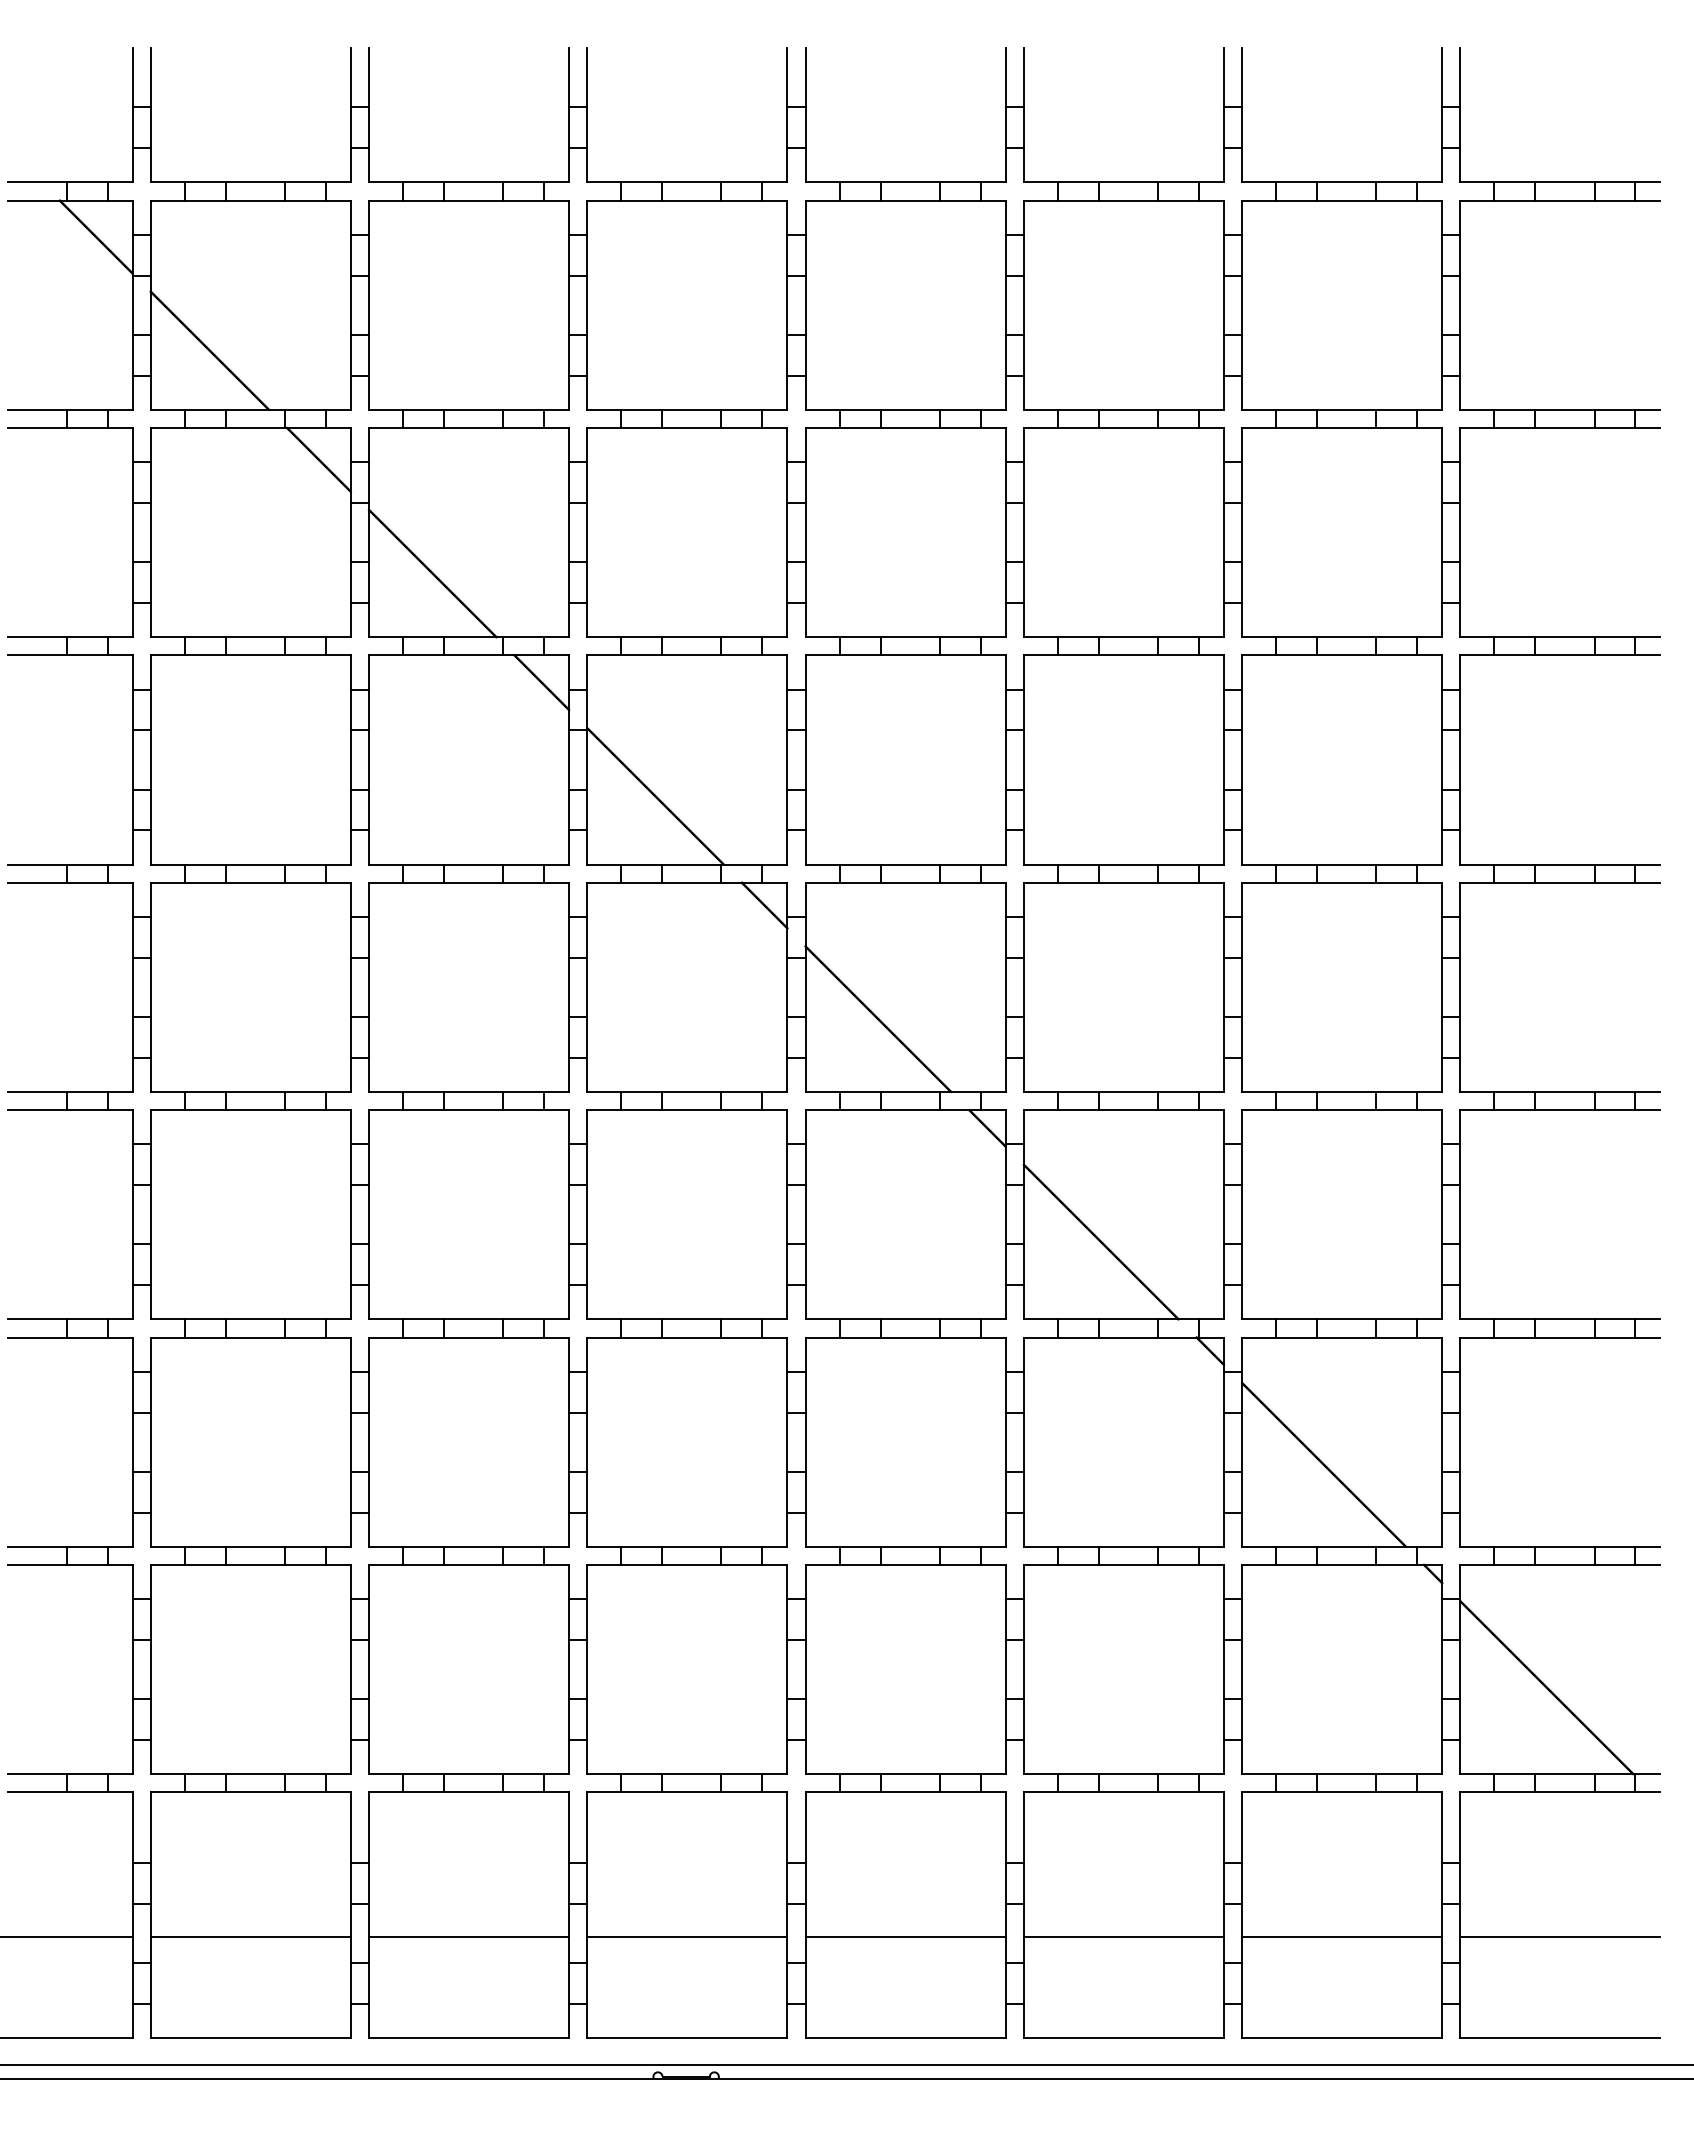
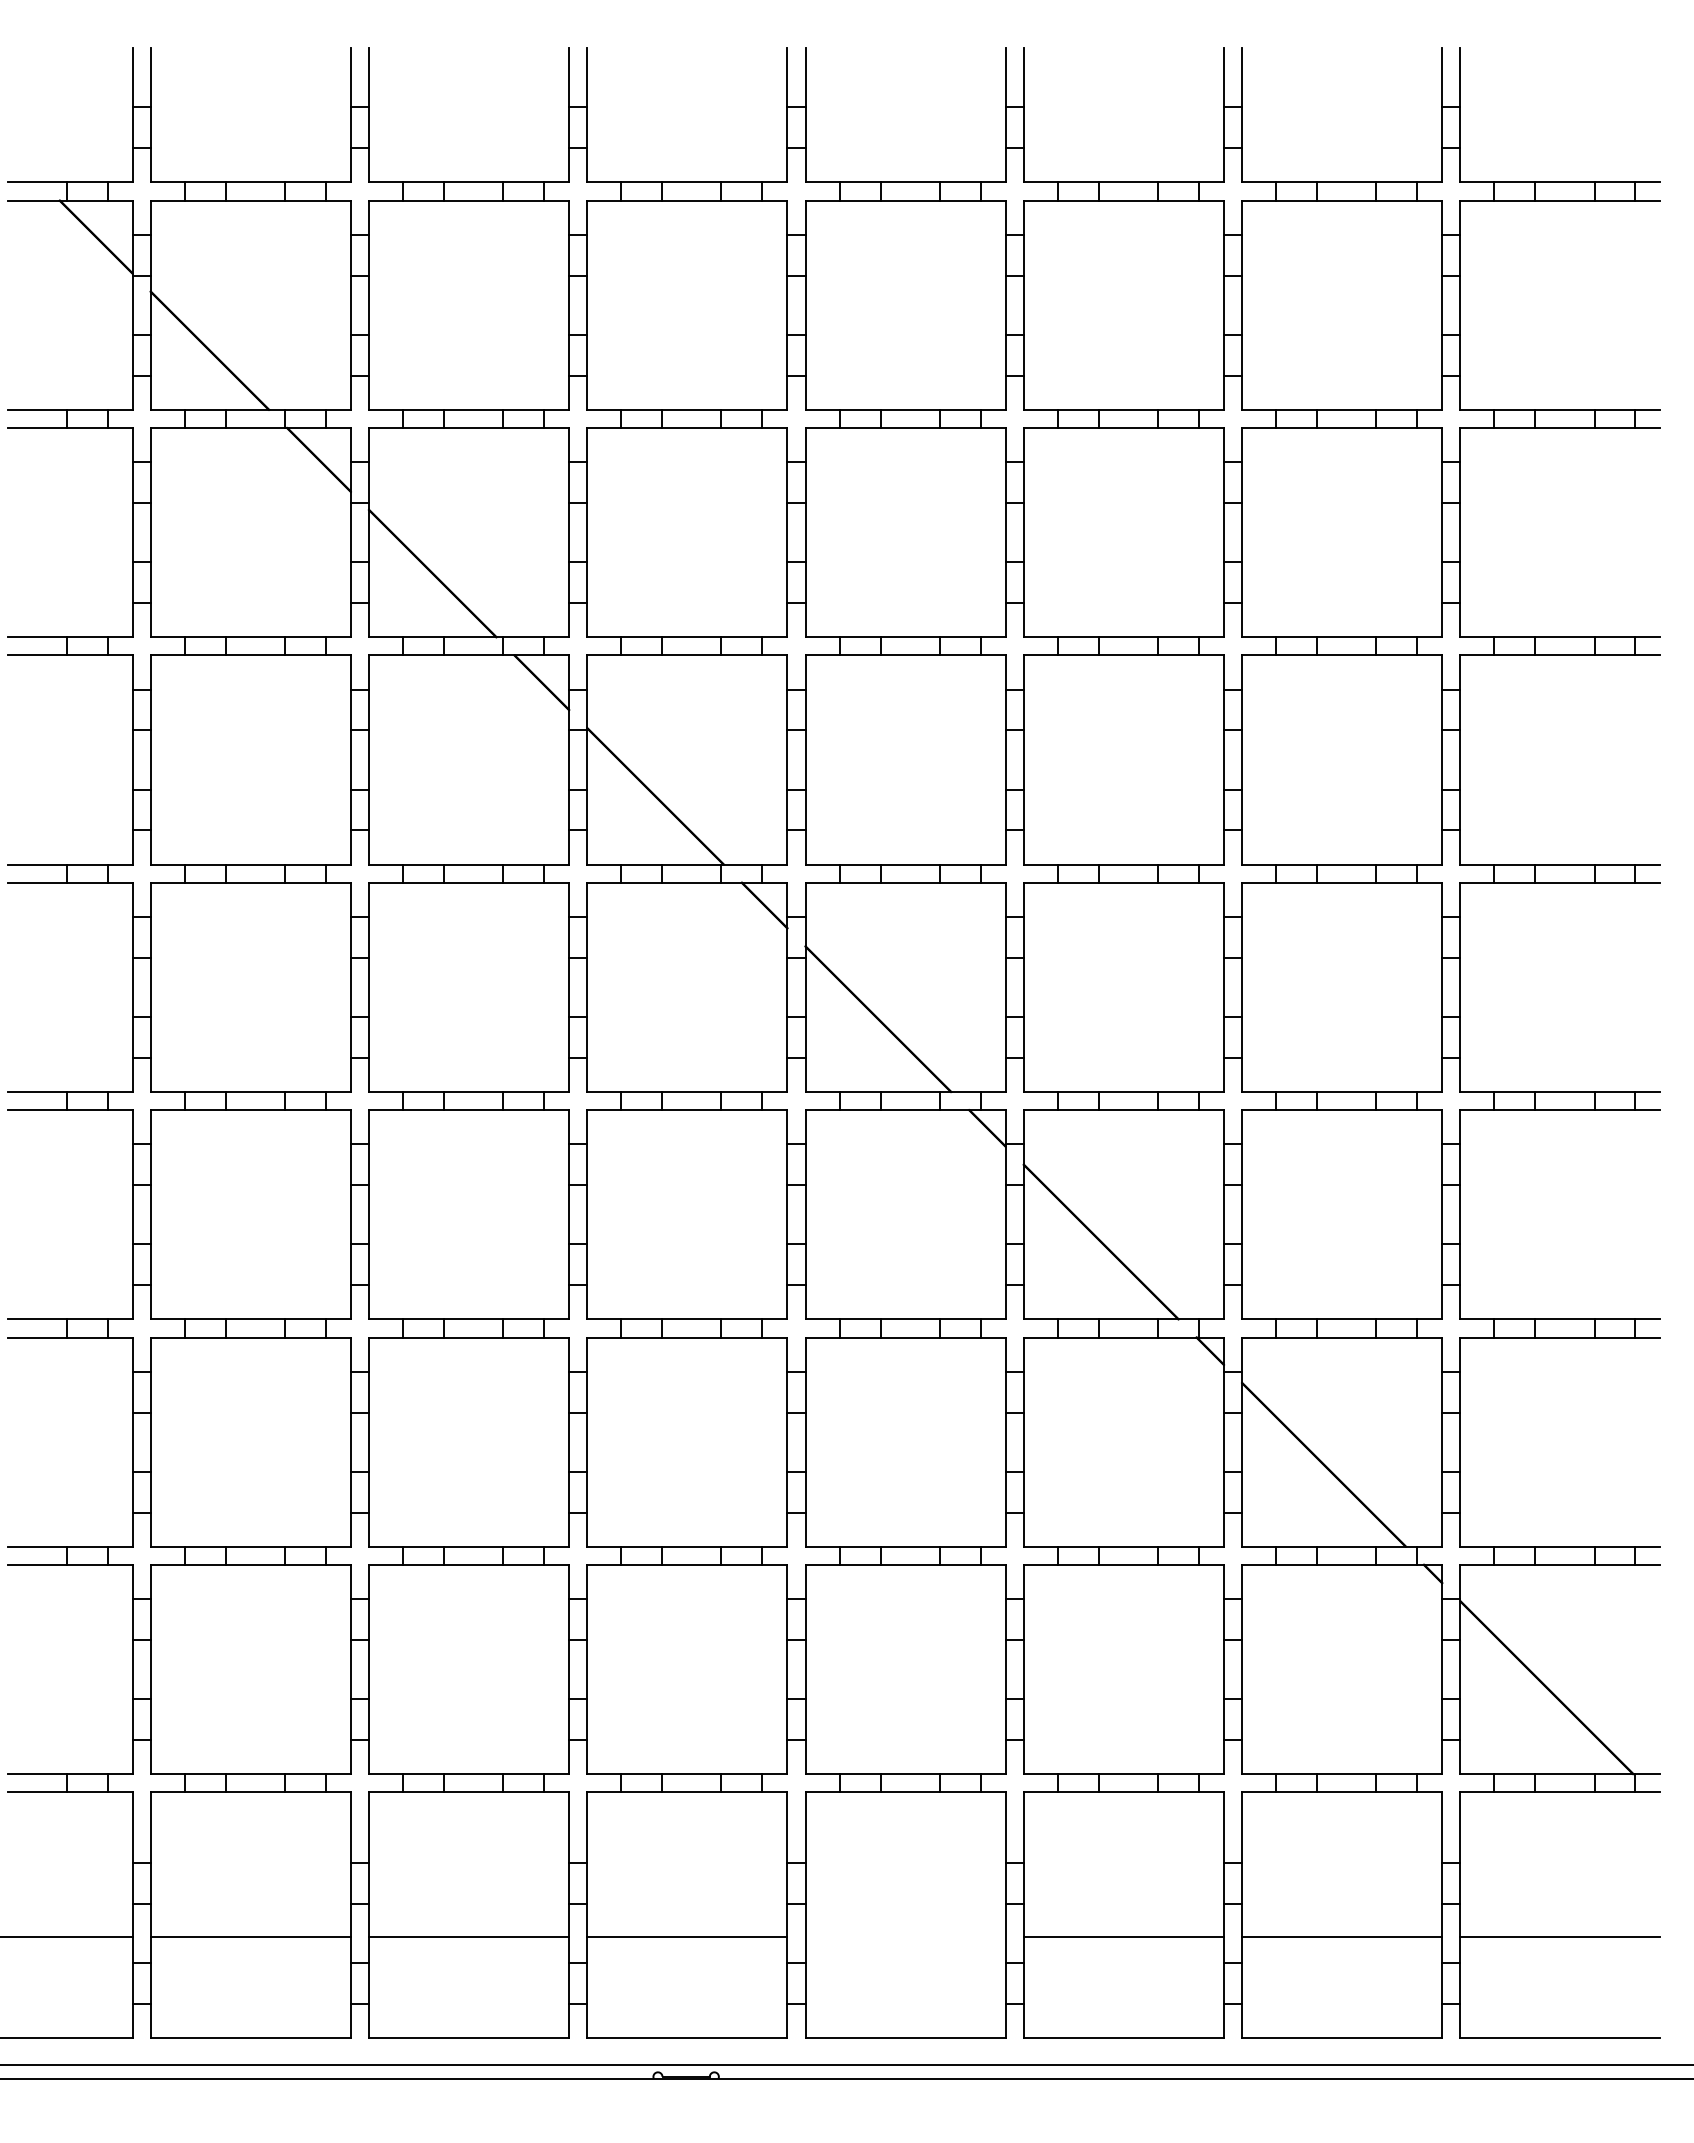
line at (905, 1936): present -> none
